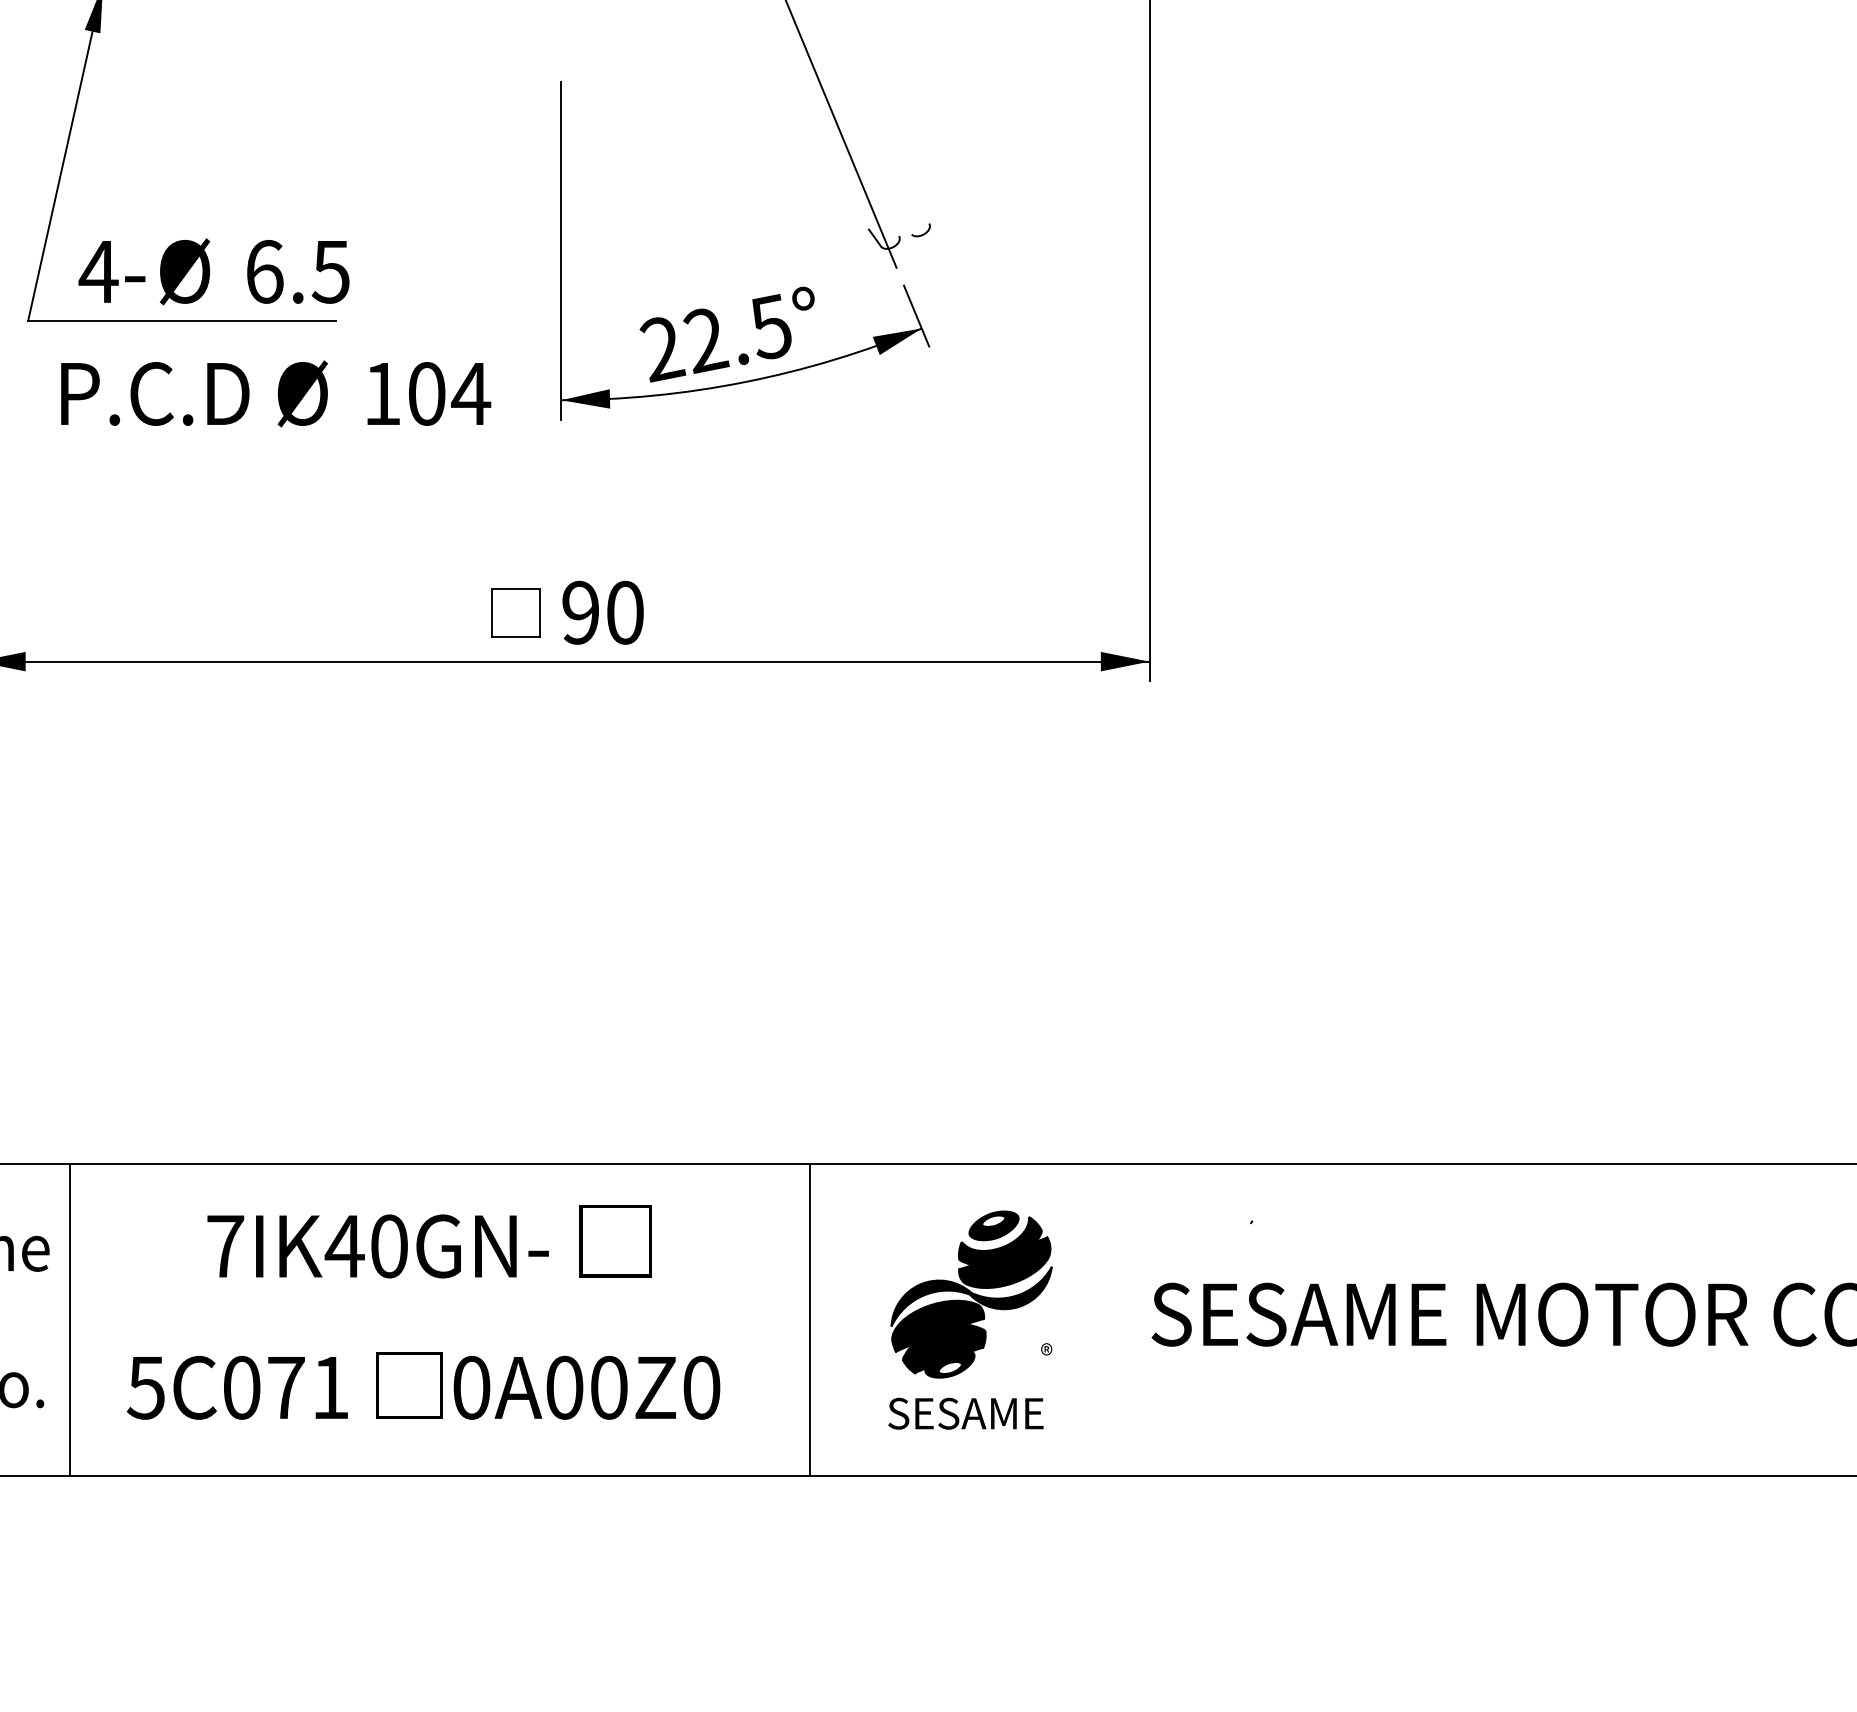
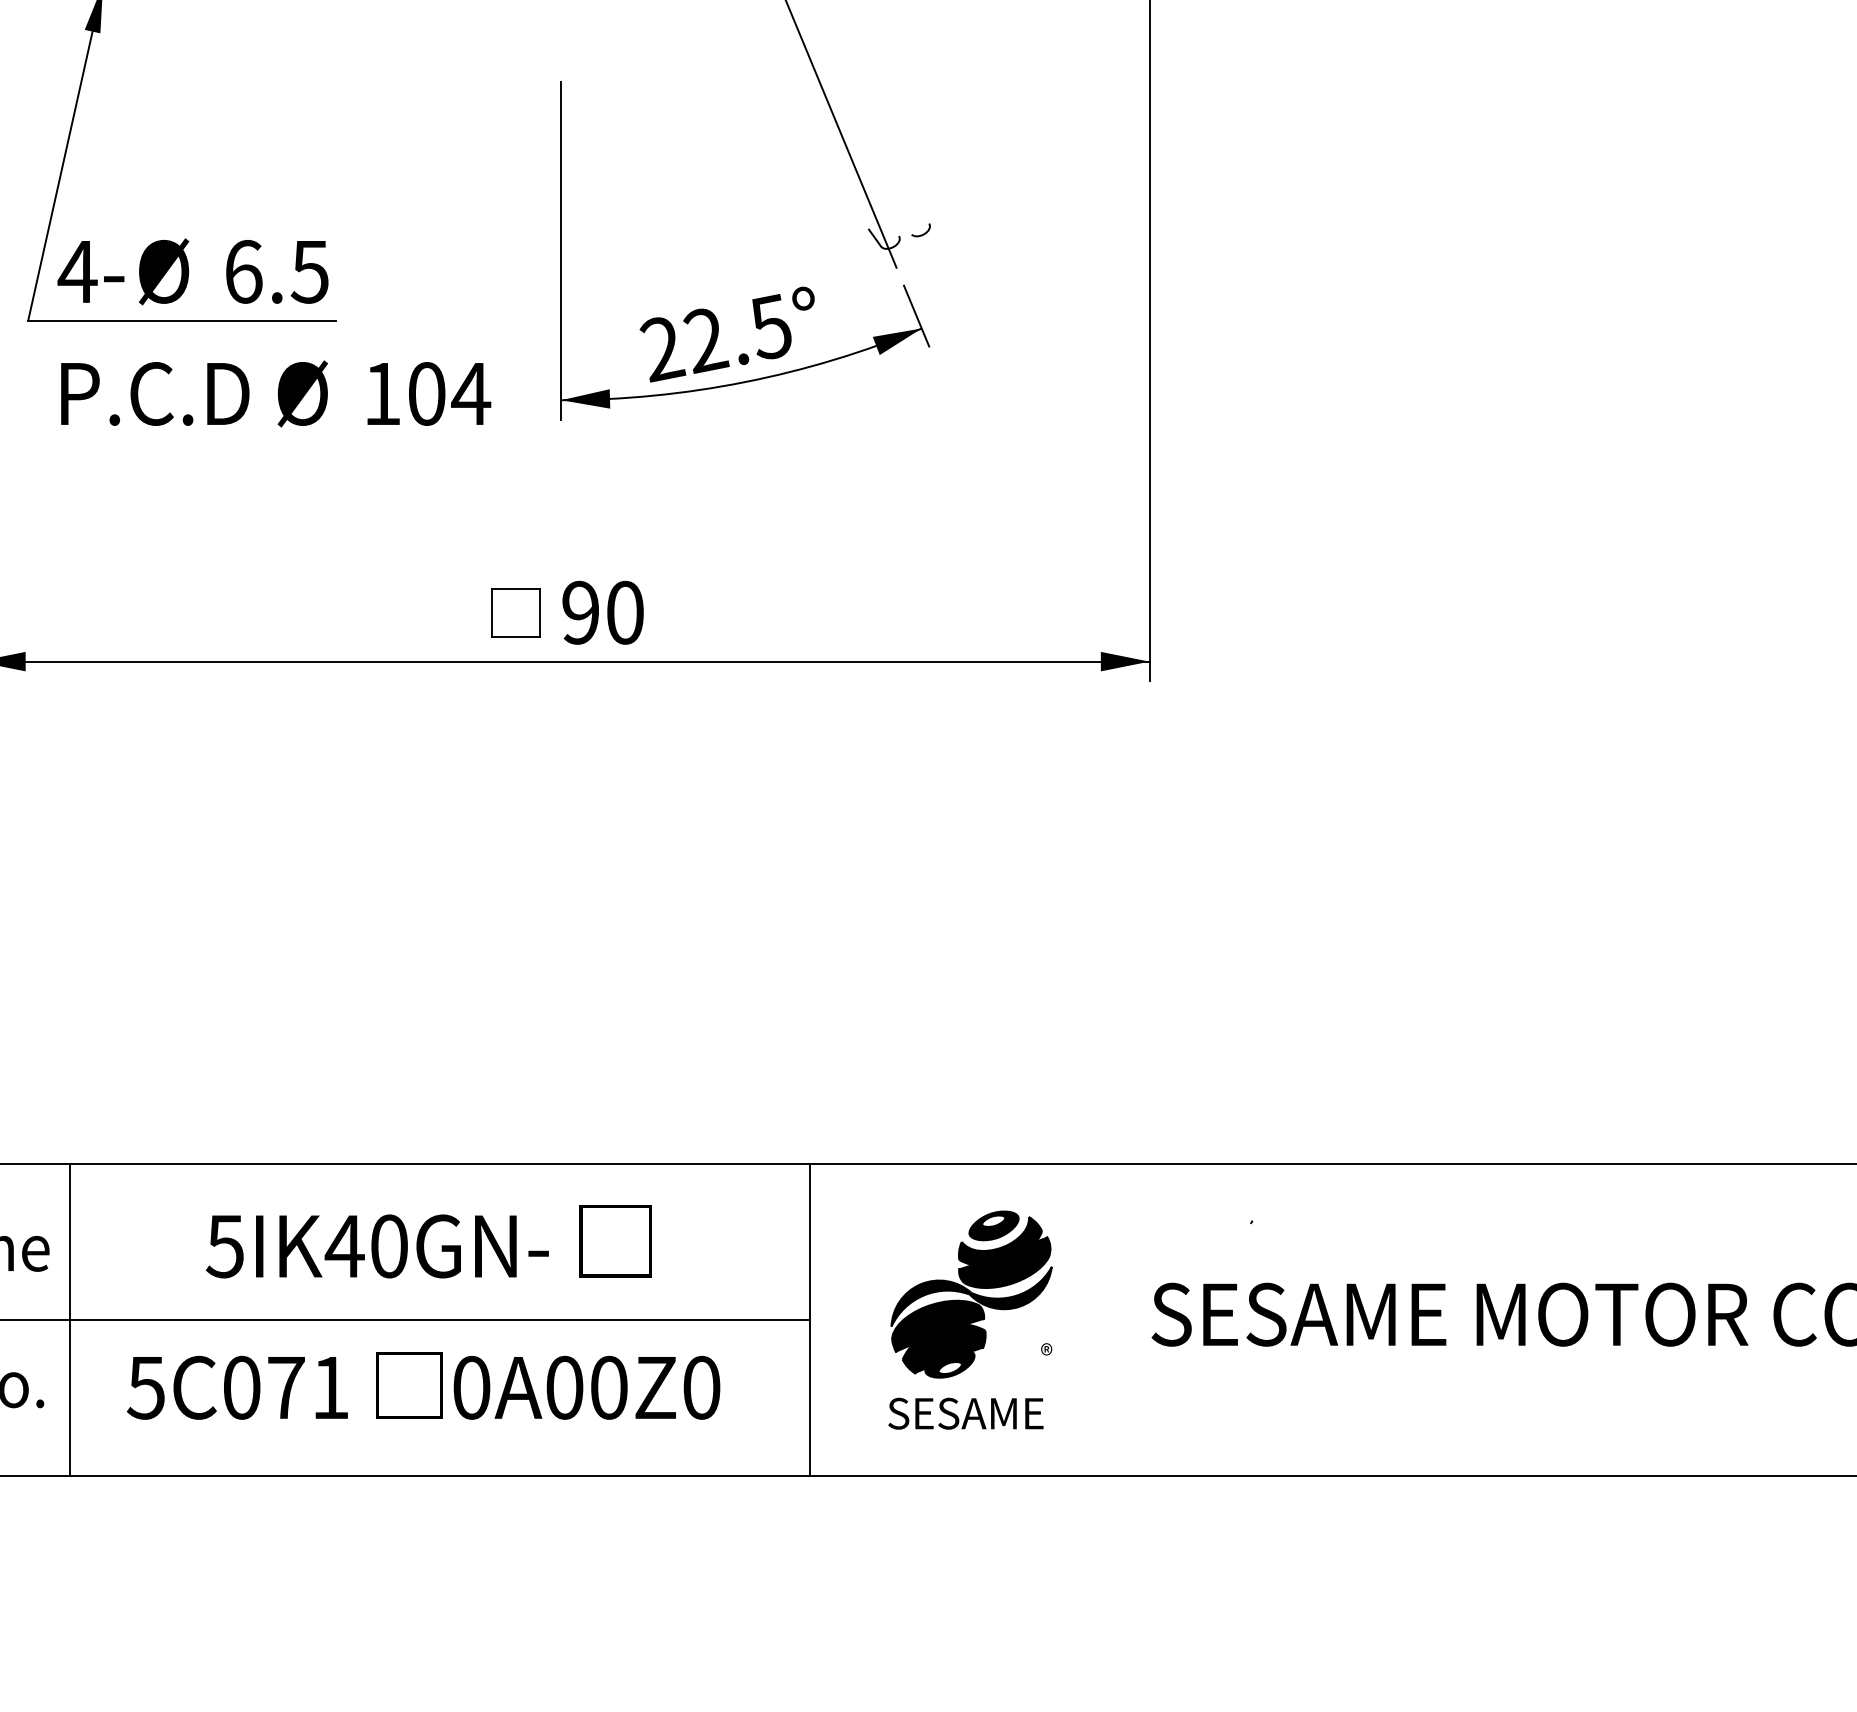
text at (213, 271) position: (213, 271) -> (192, 271)
text at (225, 1246): 7IK40GN- -> 5IK40GN-
line at (406, 1320): none -> present
